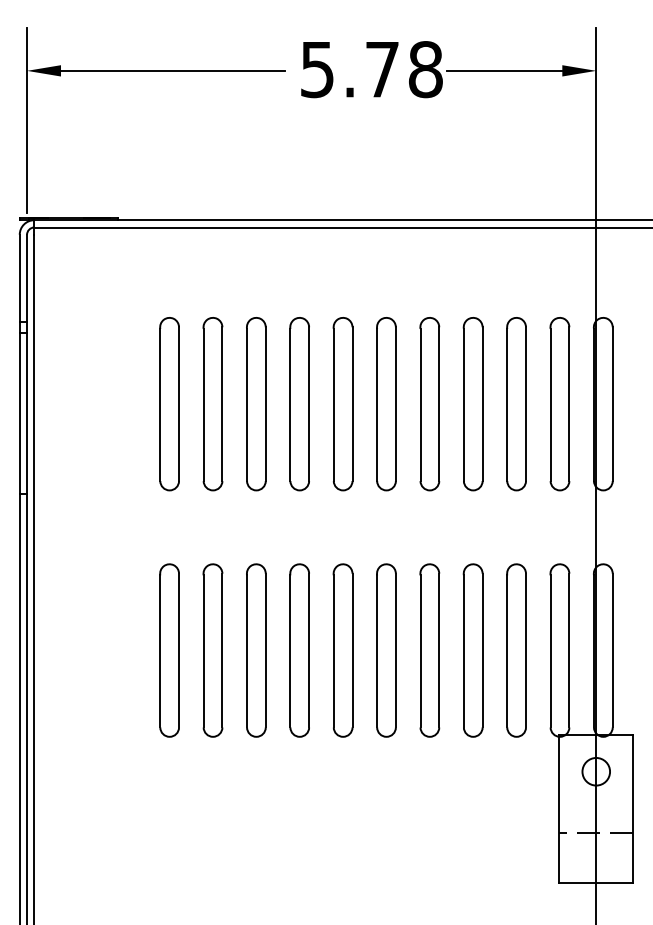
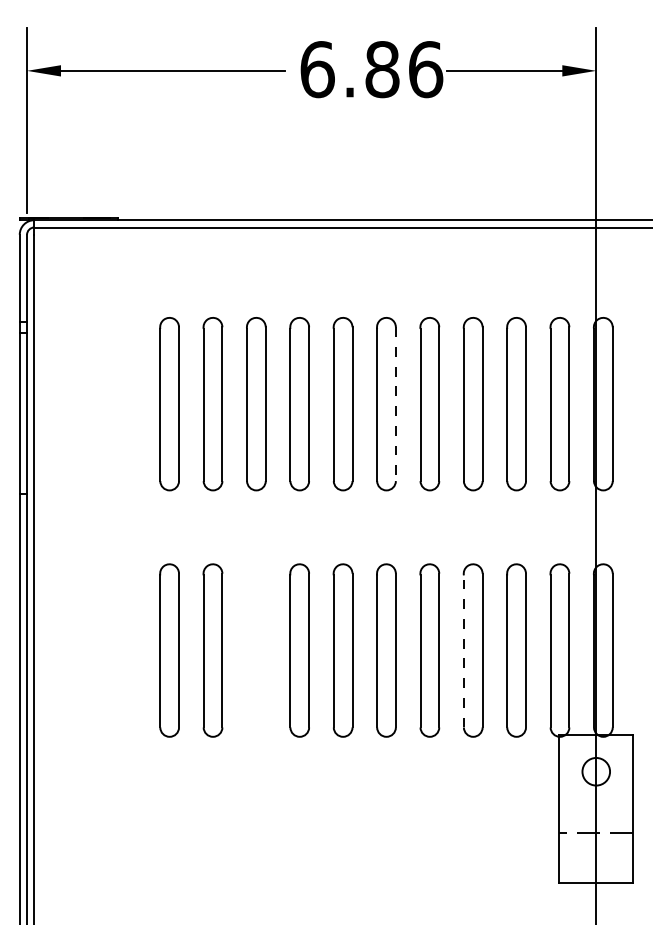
text at (371, 69): 5.78 -> 6.86
line at (395, 404): solid -> dashed
part at (256, 650): present -> none
line at (463, 650): solid -> dashed
